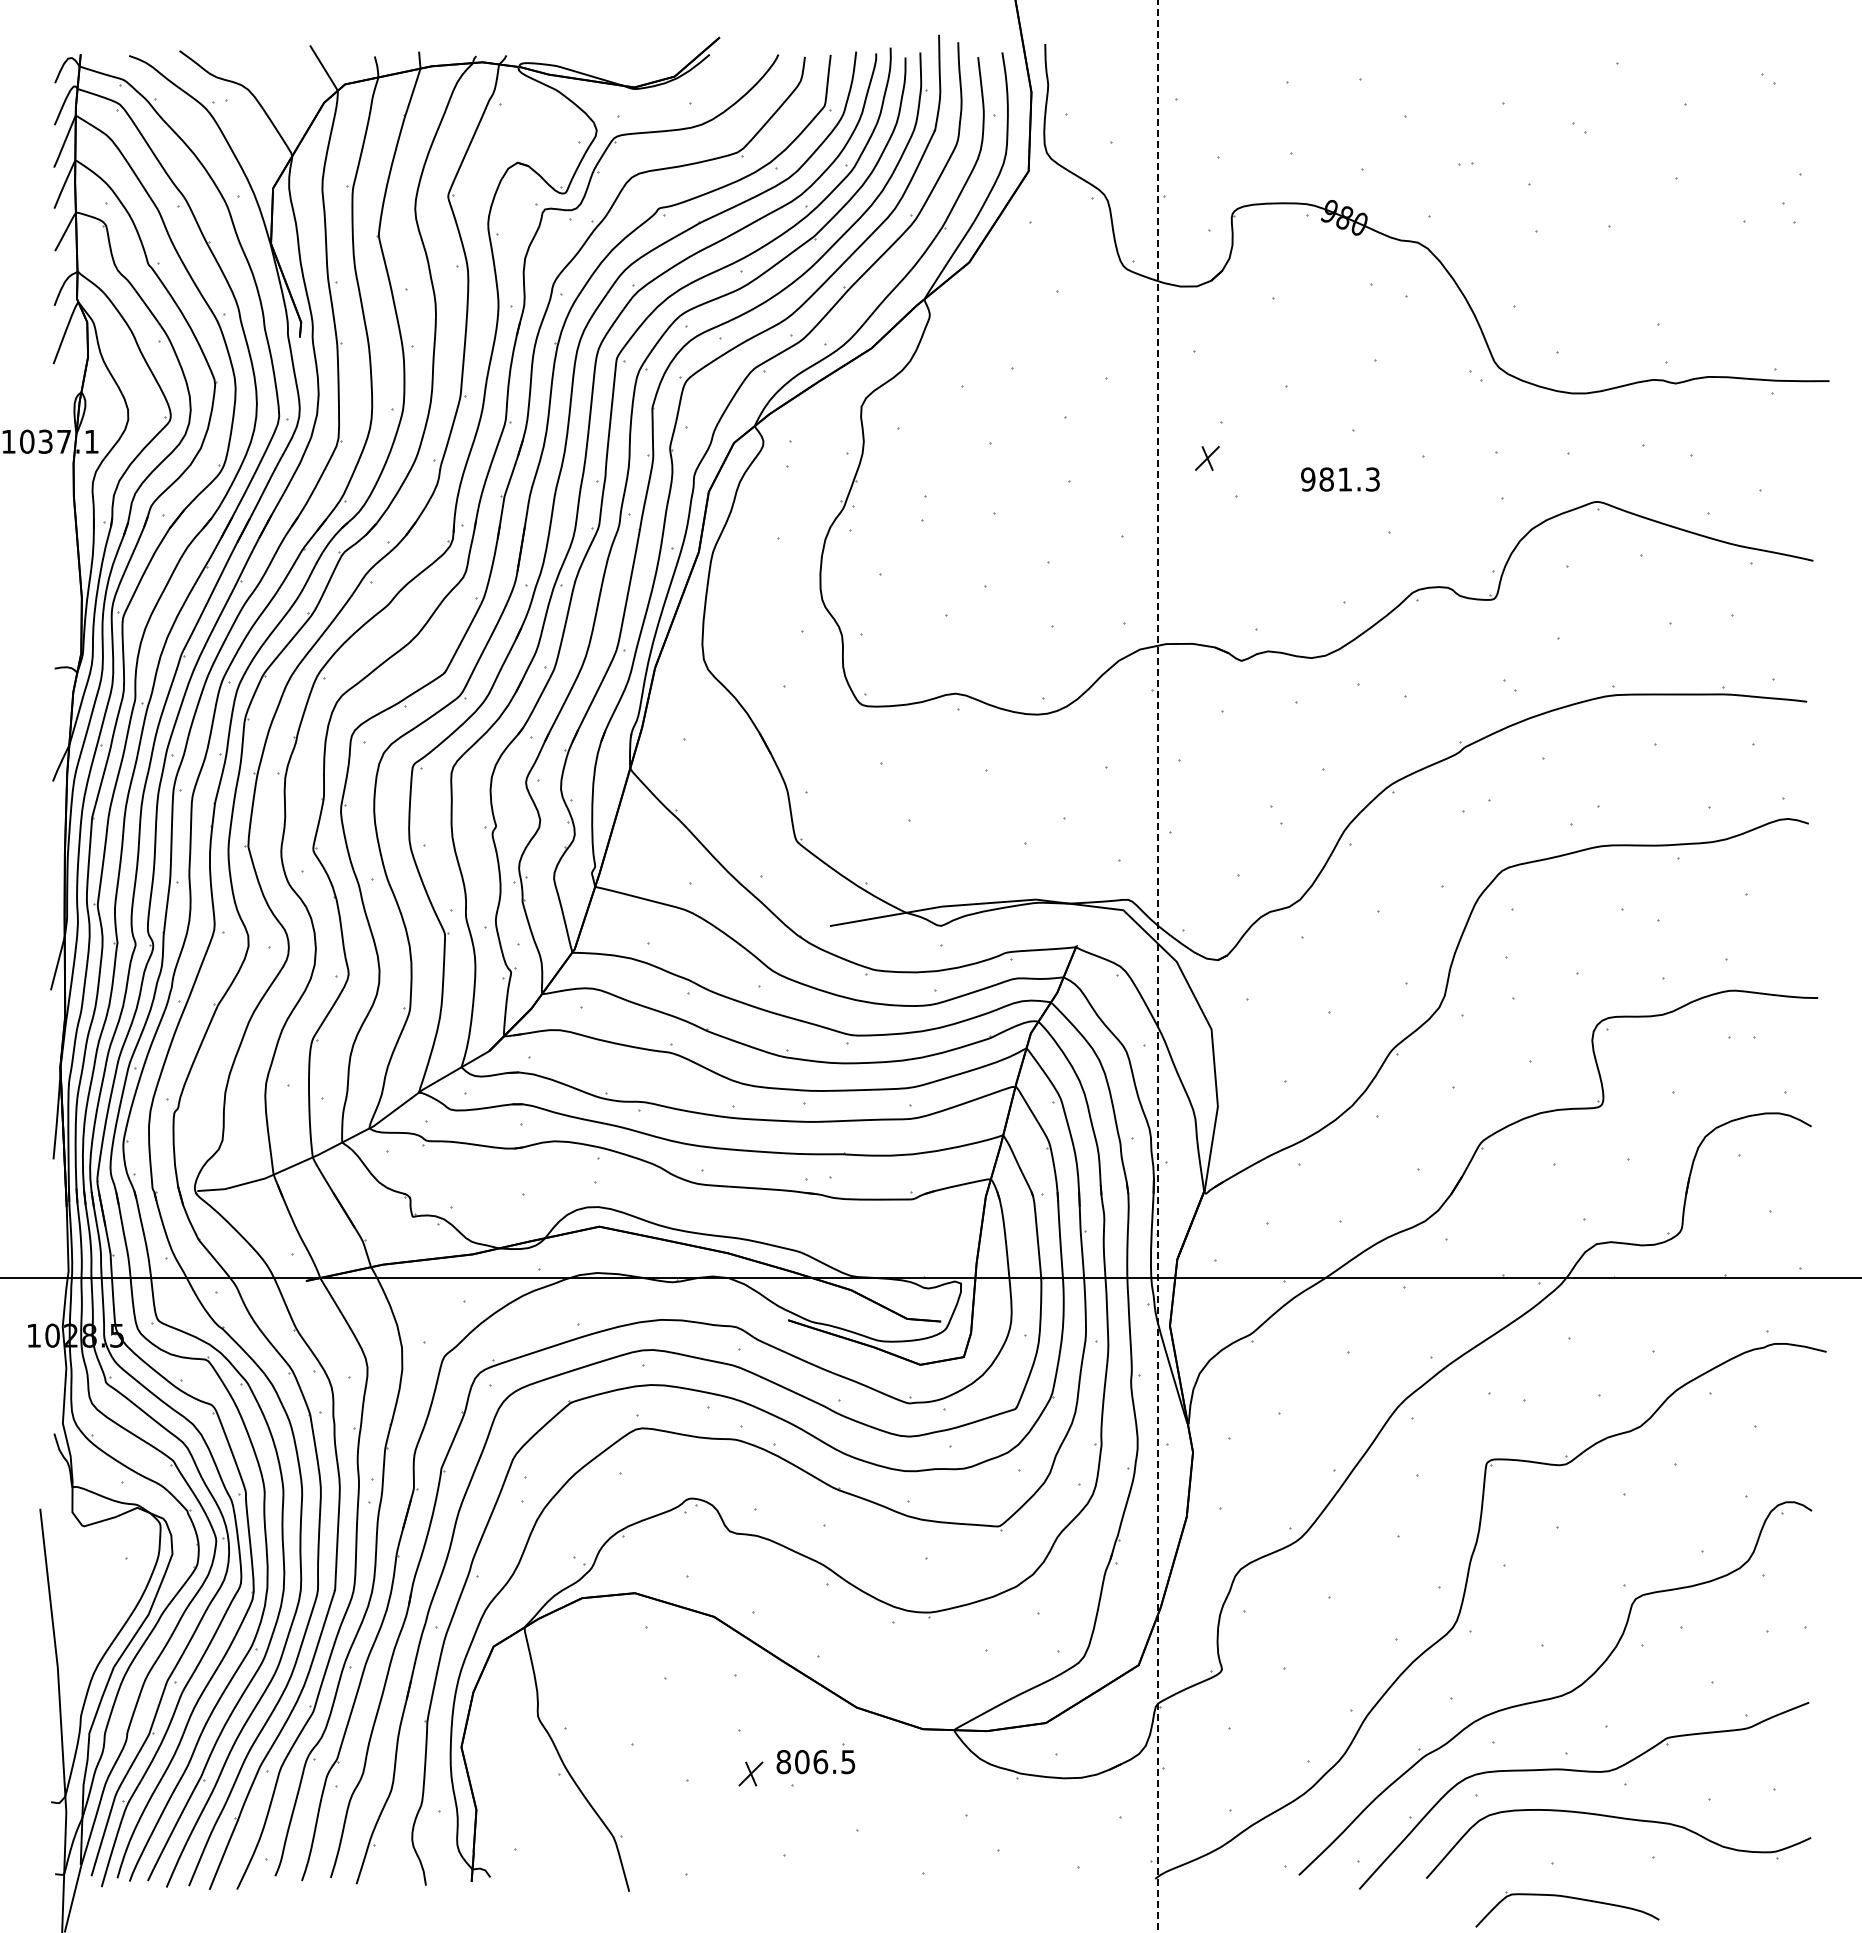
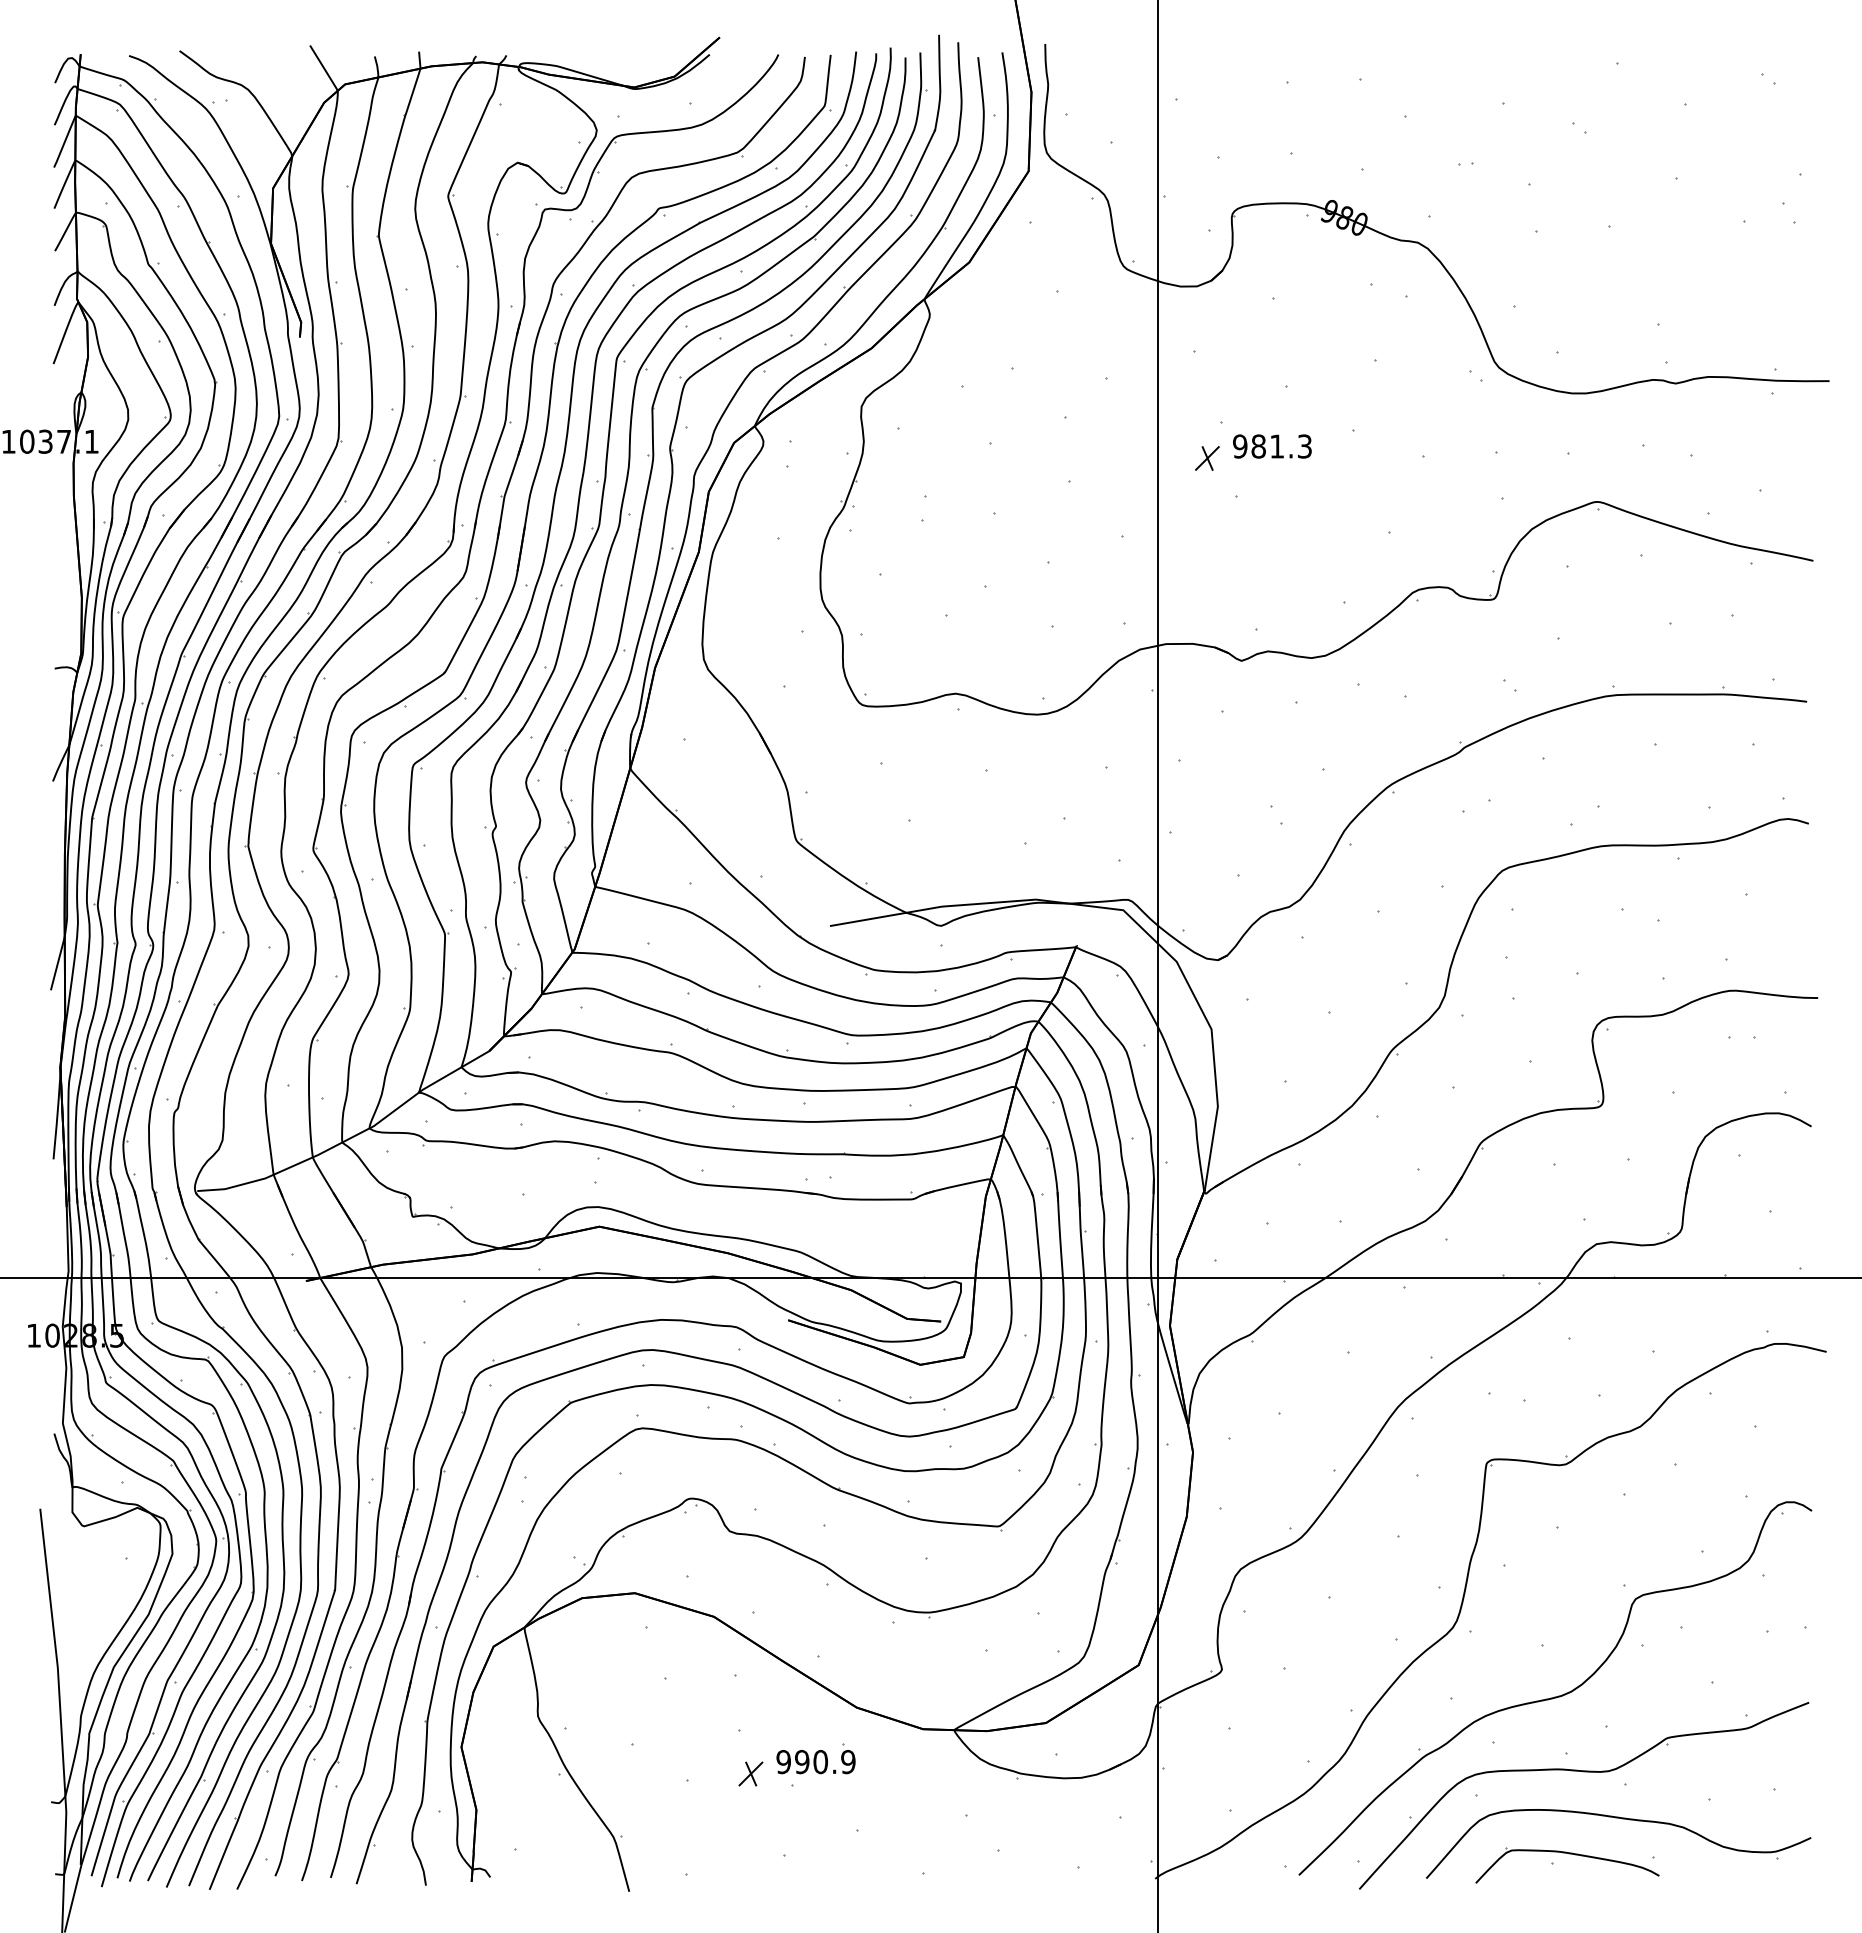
text at (1340, 479) position: (1340, 479) -> (1272, 446)
line at (1158, 965): dashed -> solid
text at (815, 1761): 806.5 -> 990.9
part at (1569, 1898) position: (1569, 1898) -> (1569, 1854)
